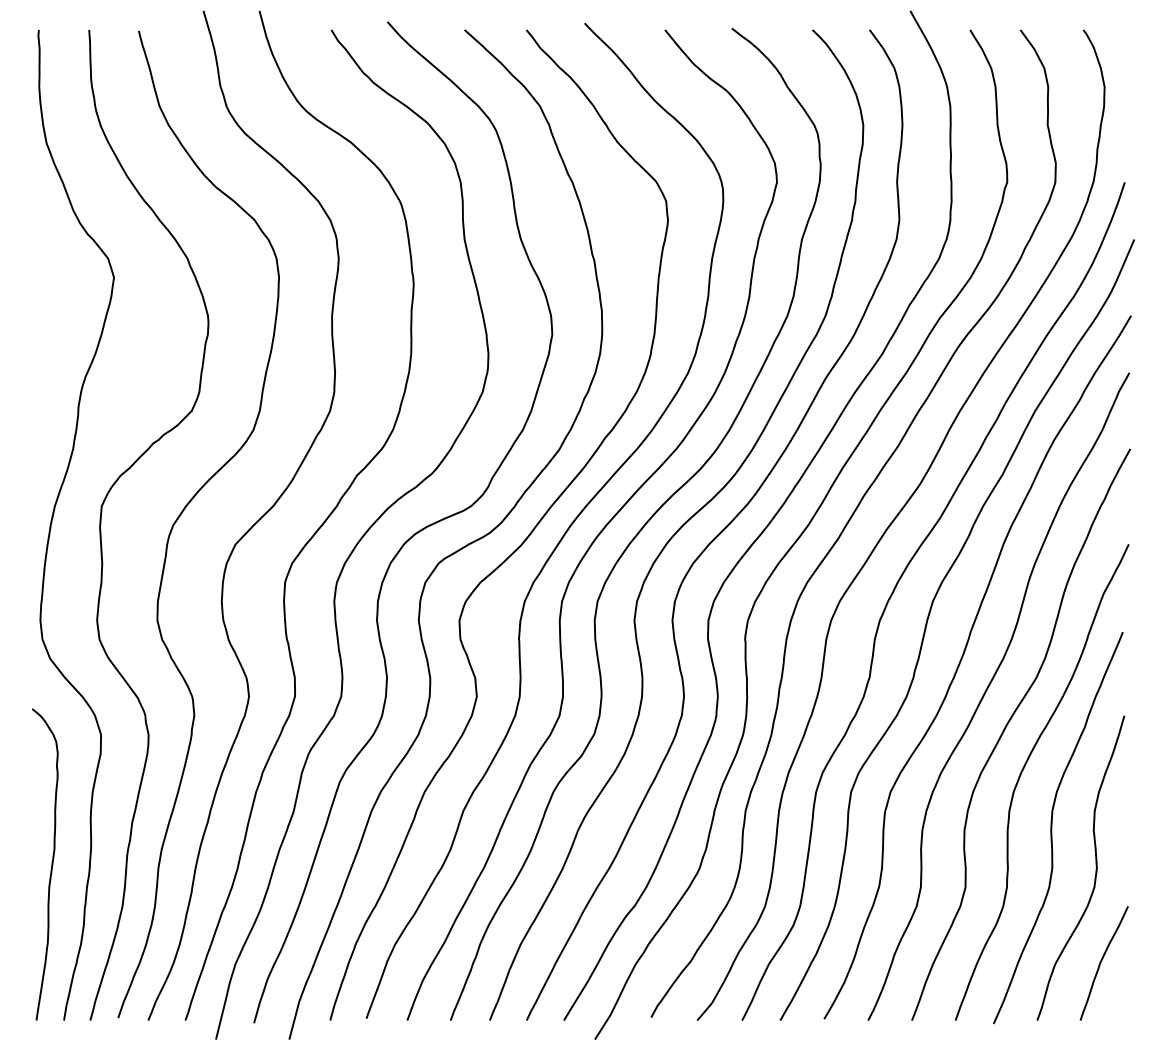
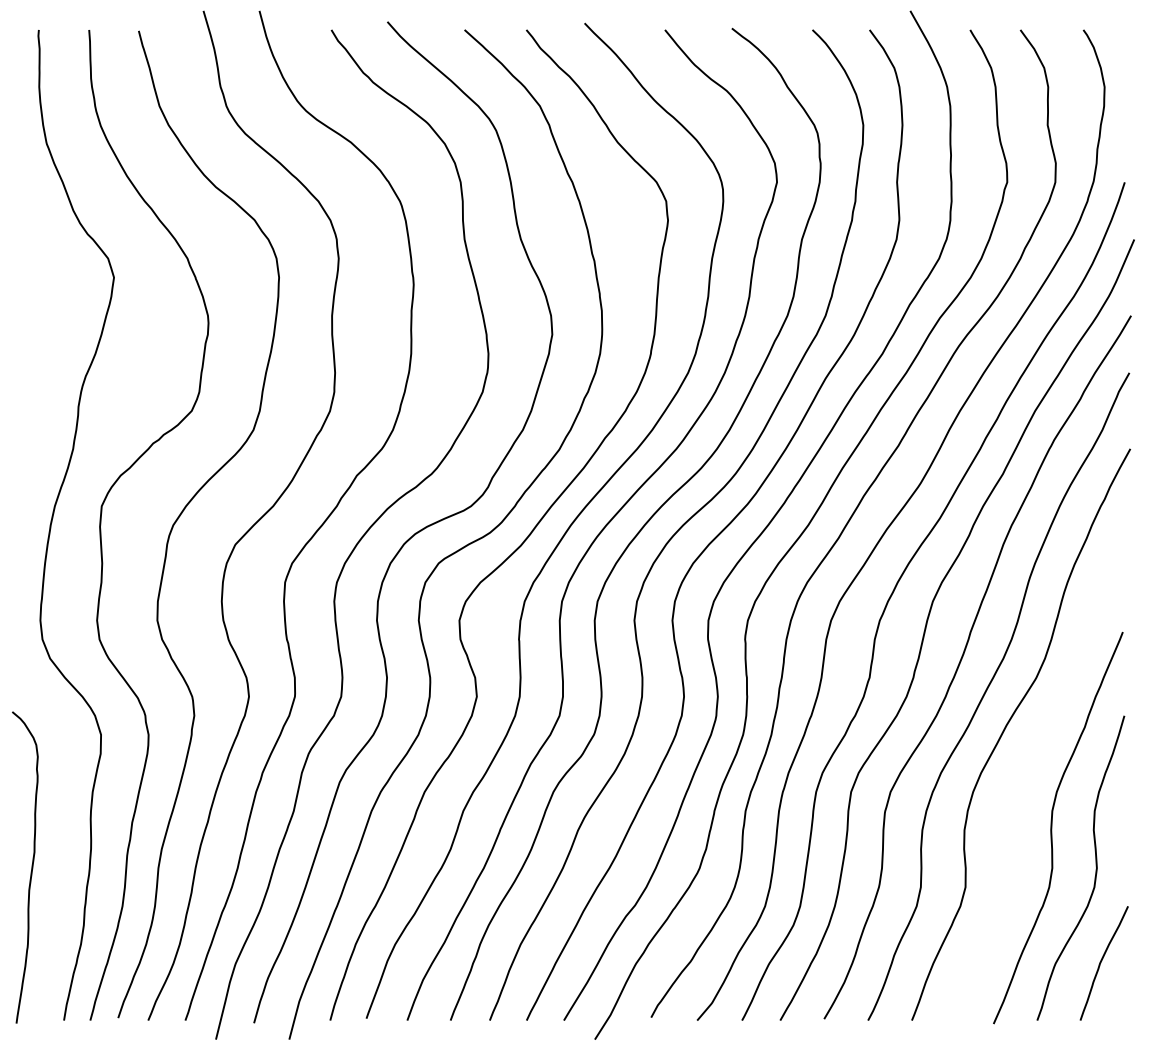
curve at (1021, 775): present -> none
curve at (51, 864) position: (51, 864) -> (31, 867)
